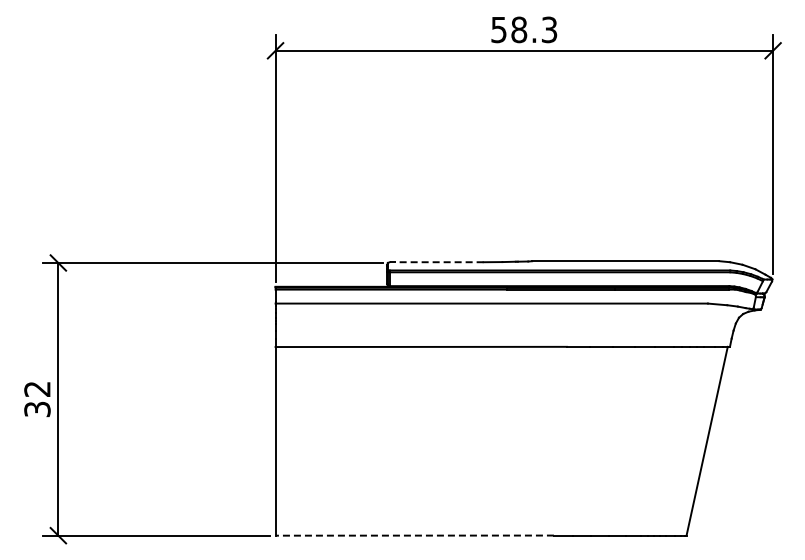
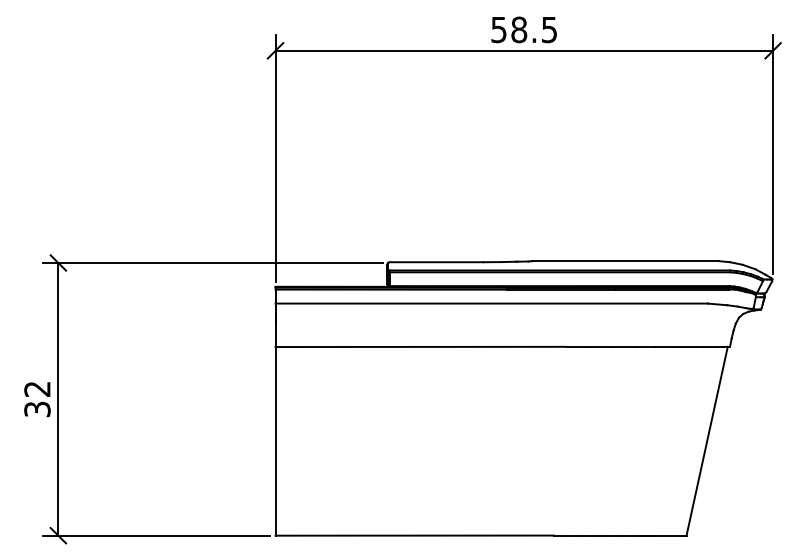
text at (549, 29): 58.3 -> 58.5
line at (436, 262): dashed -> solid
line at (414, 535): dashed -> solid
